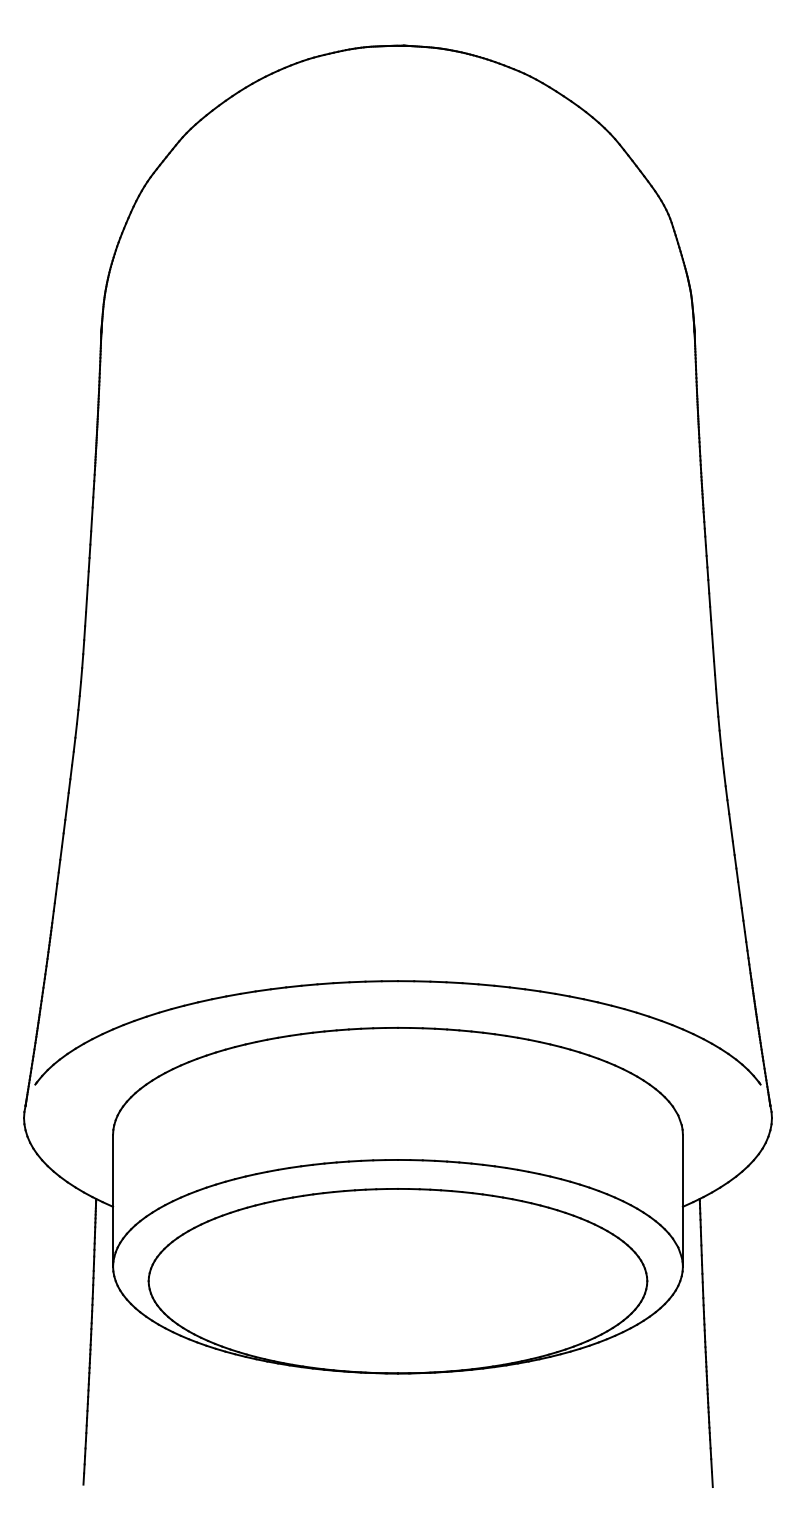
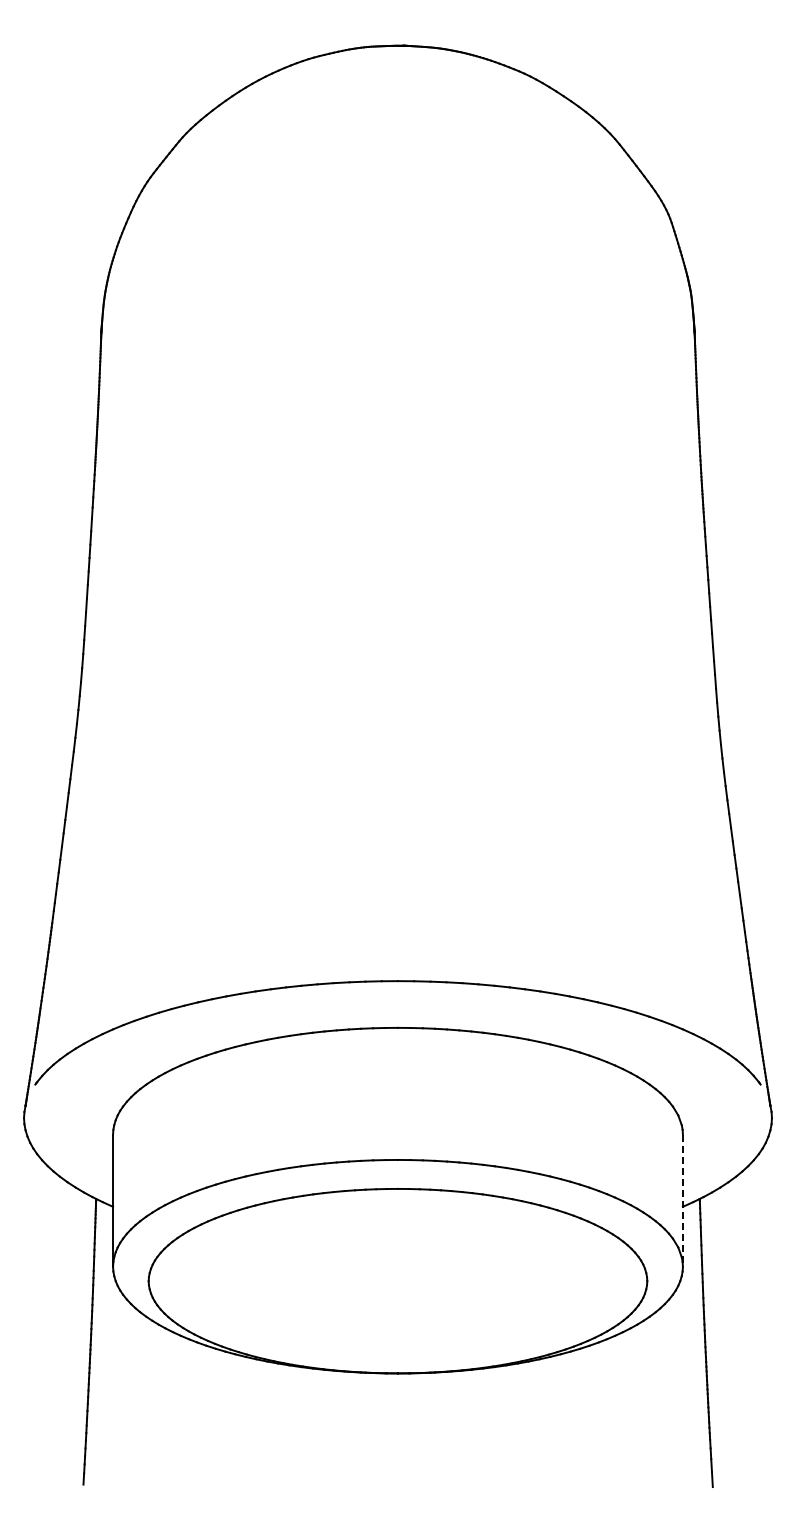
line at (682, 1201): solid -> dashed
